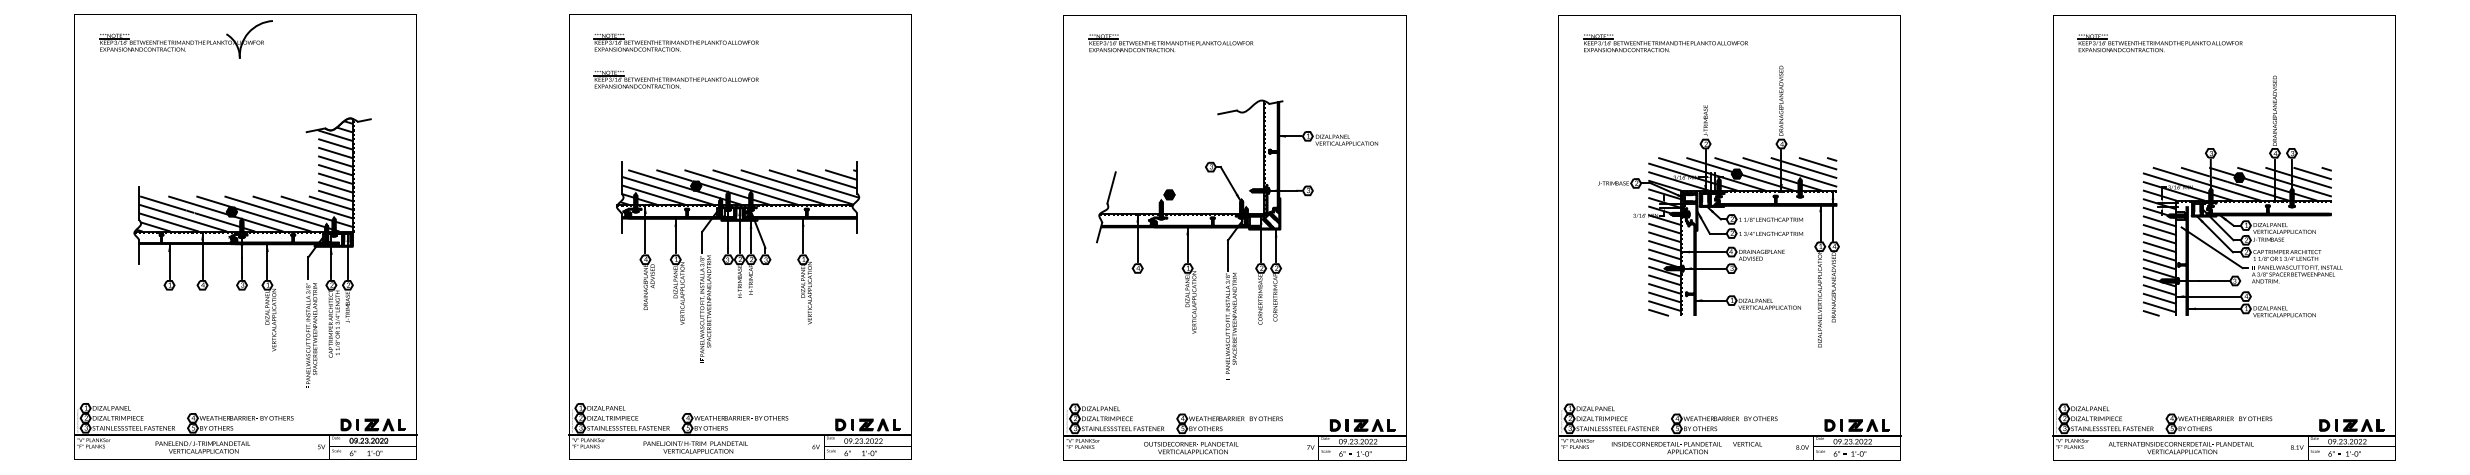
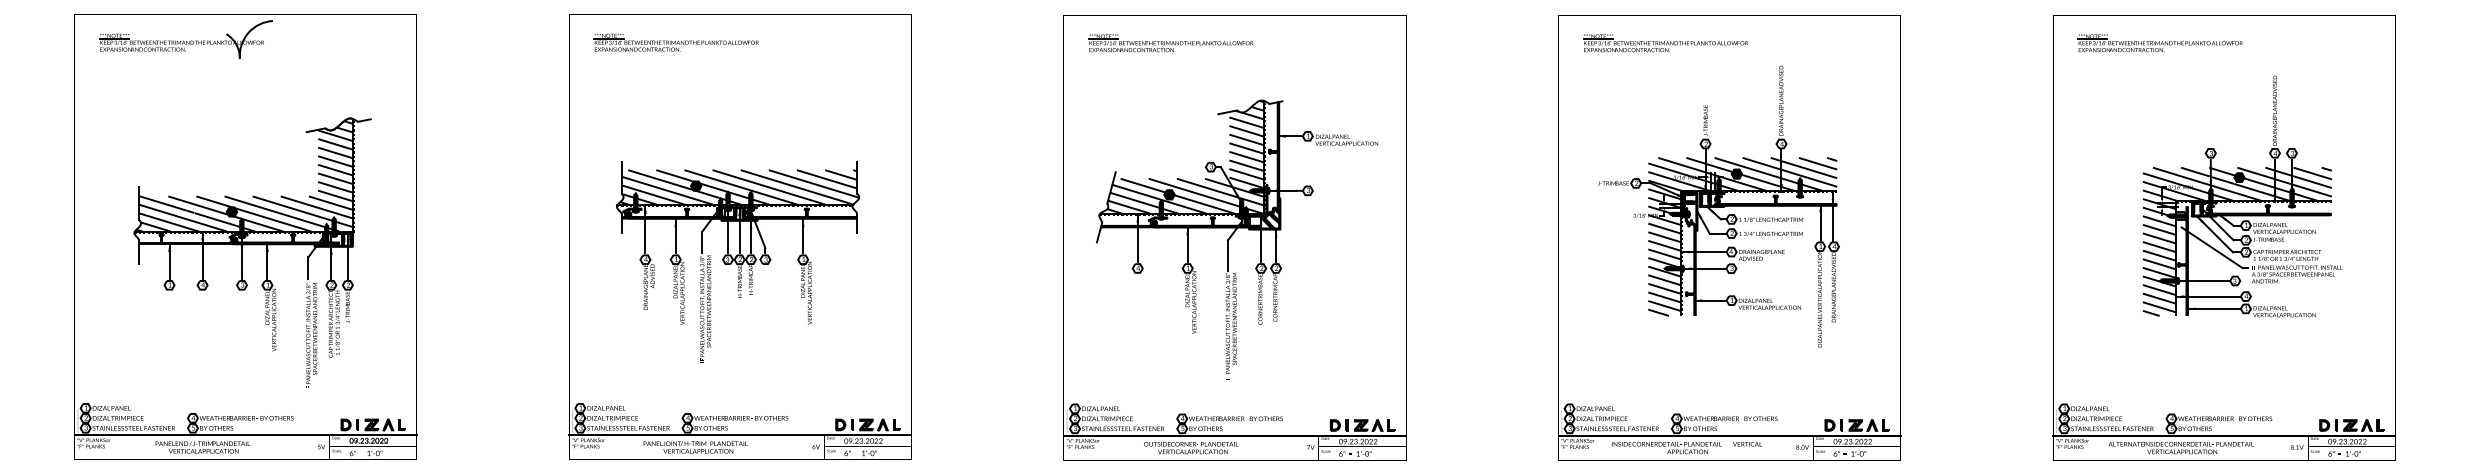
part at (675, 79): present -> none
hatch at (1185, 156): none -> present
